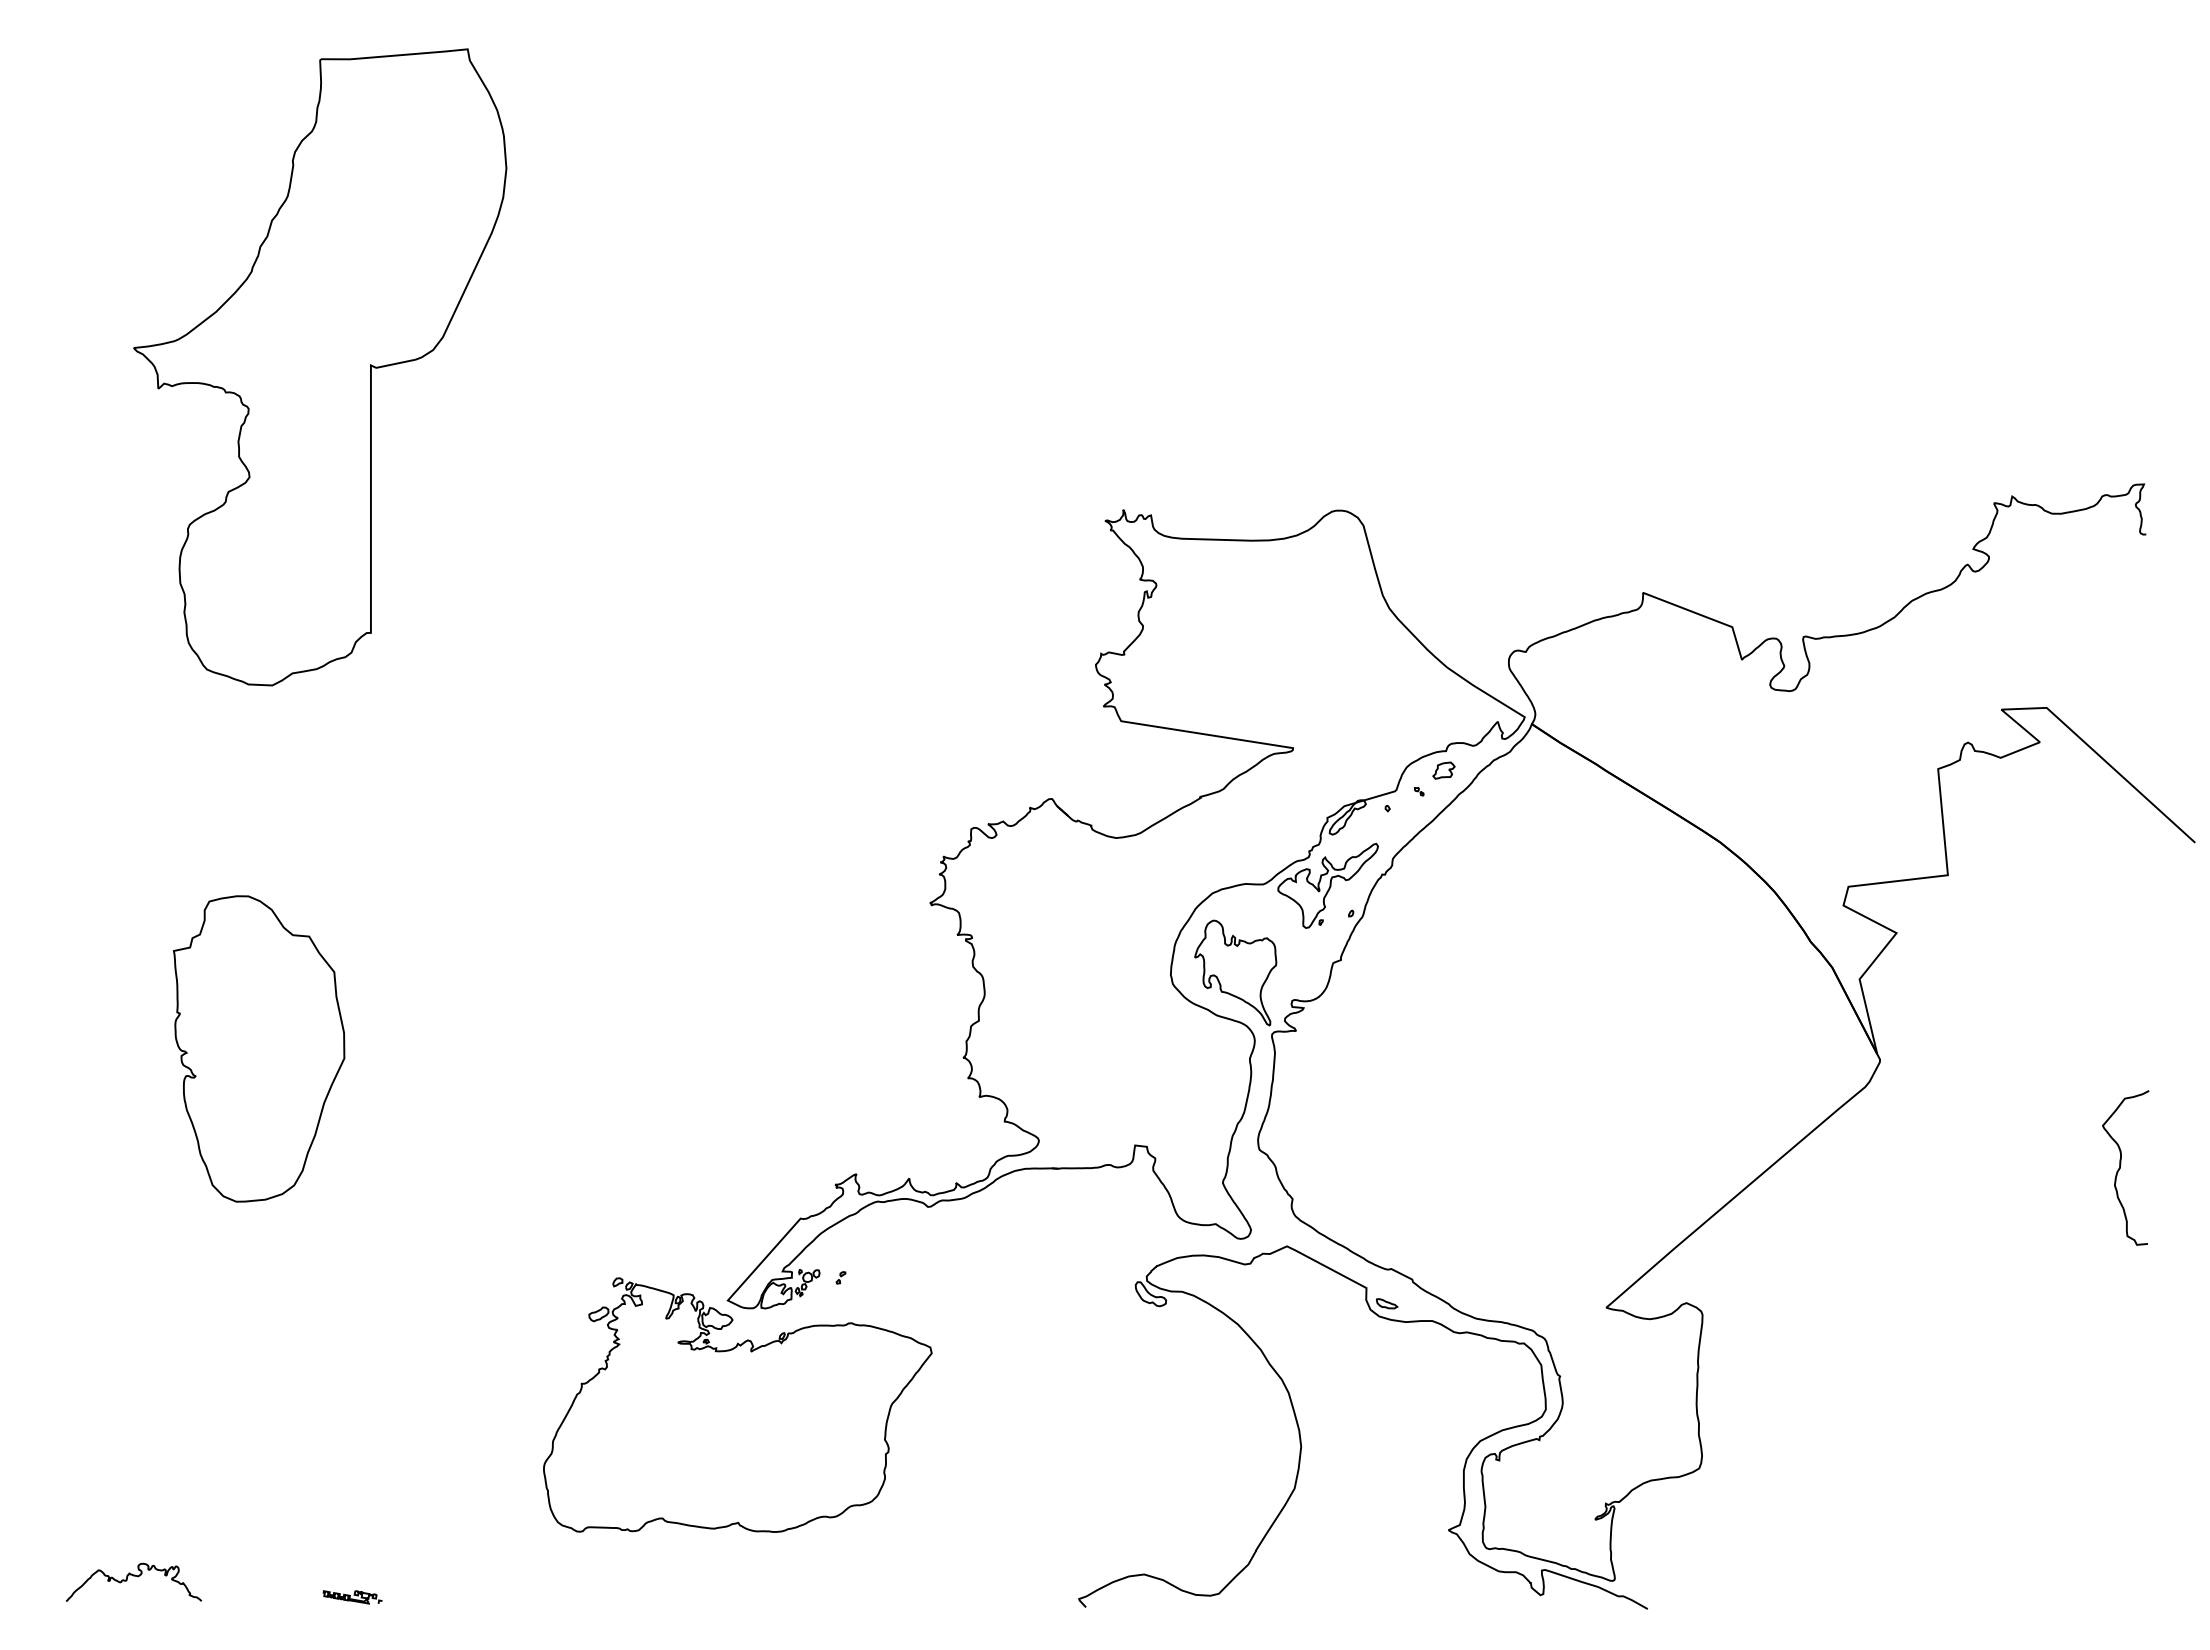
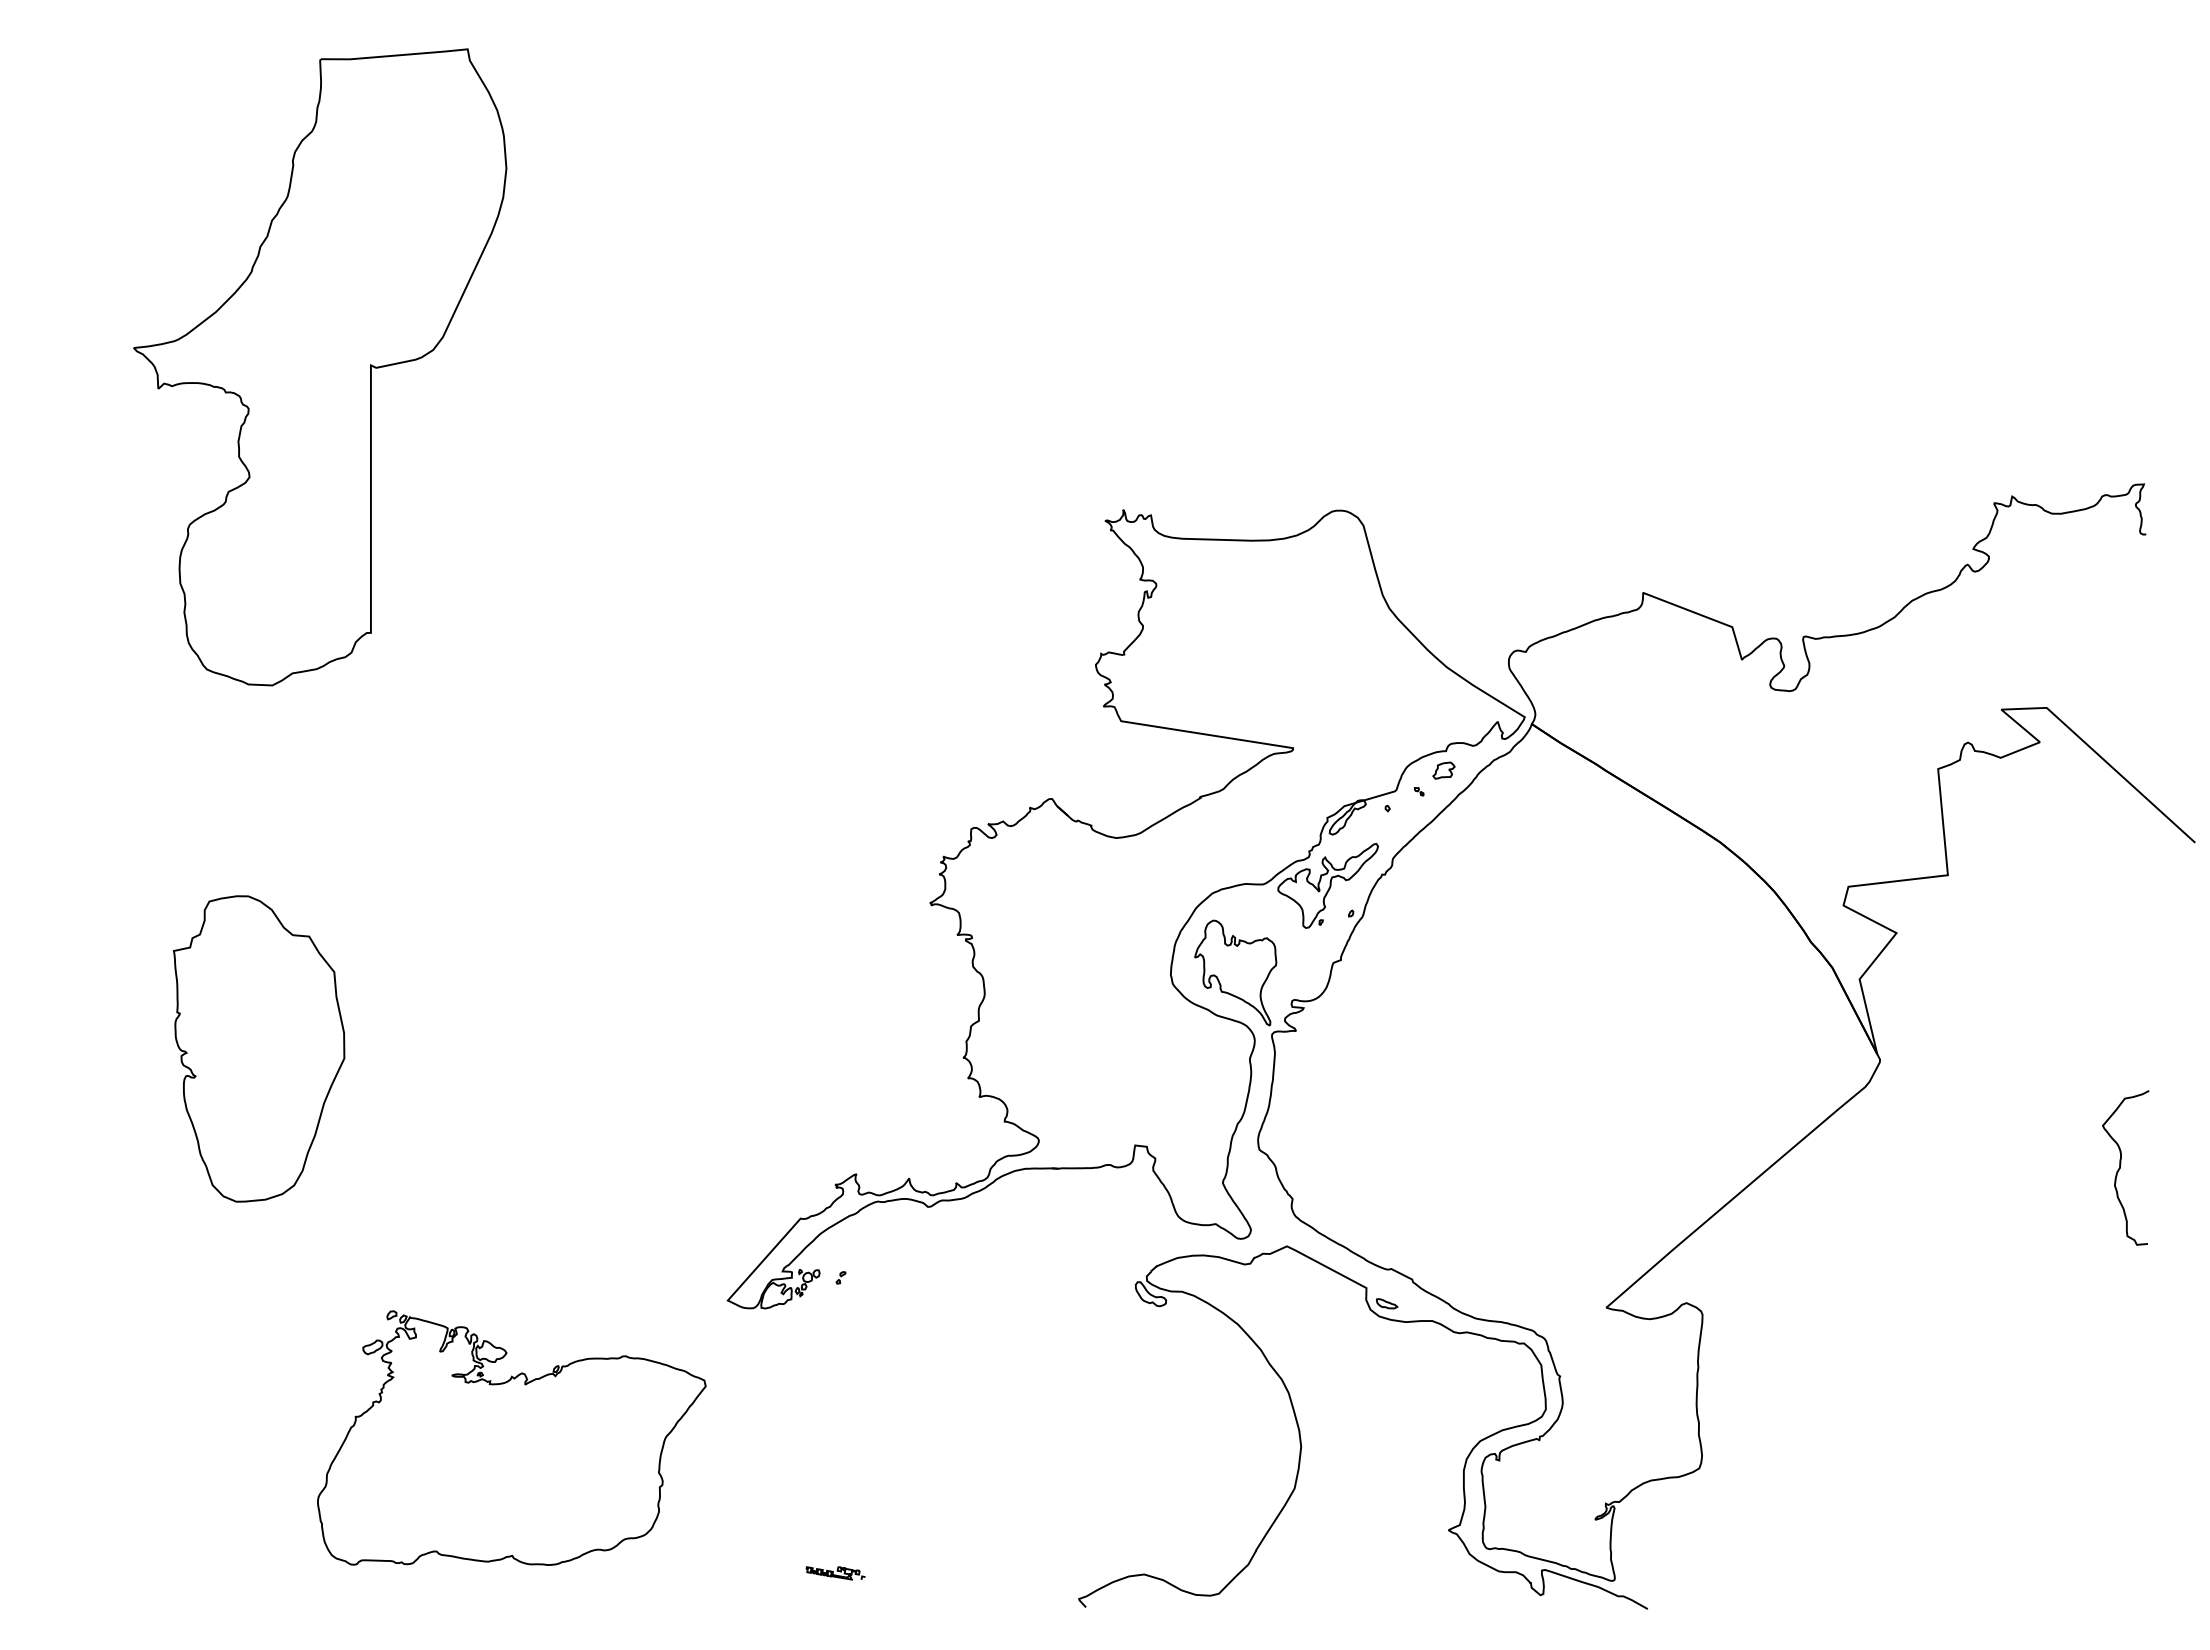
part at (737, 1404) position: (737, 1404) -> (511, 1437)
curve at (134, 1576): present -> none
part at (352, 1597) position: (352, 1597) -> (835, 1573)
